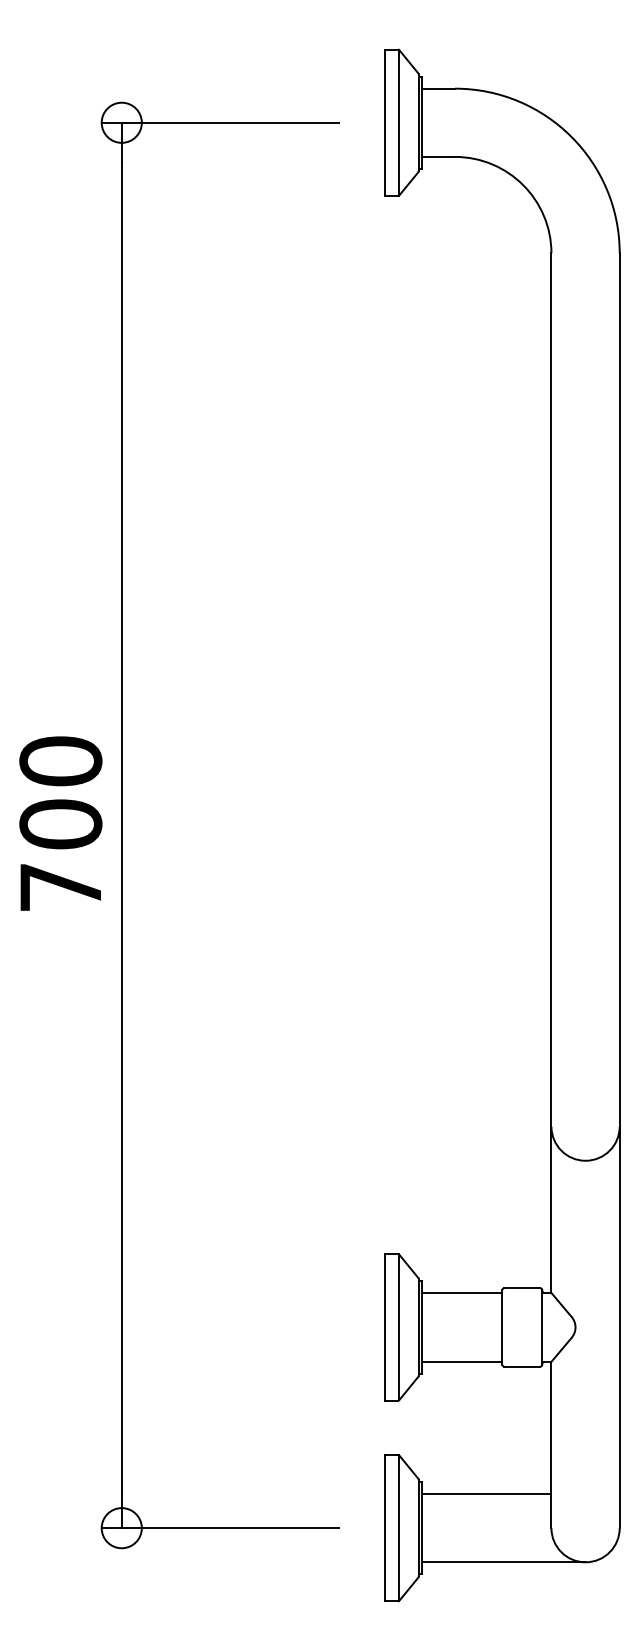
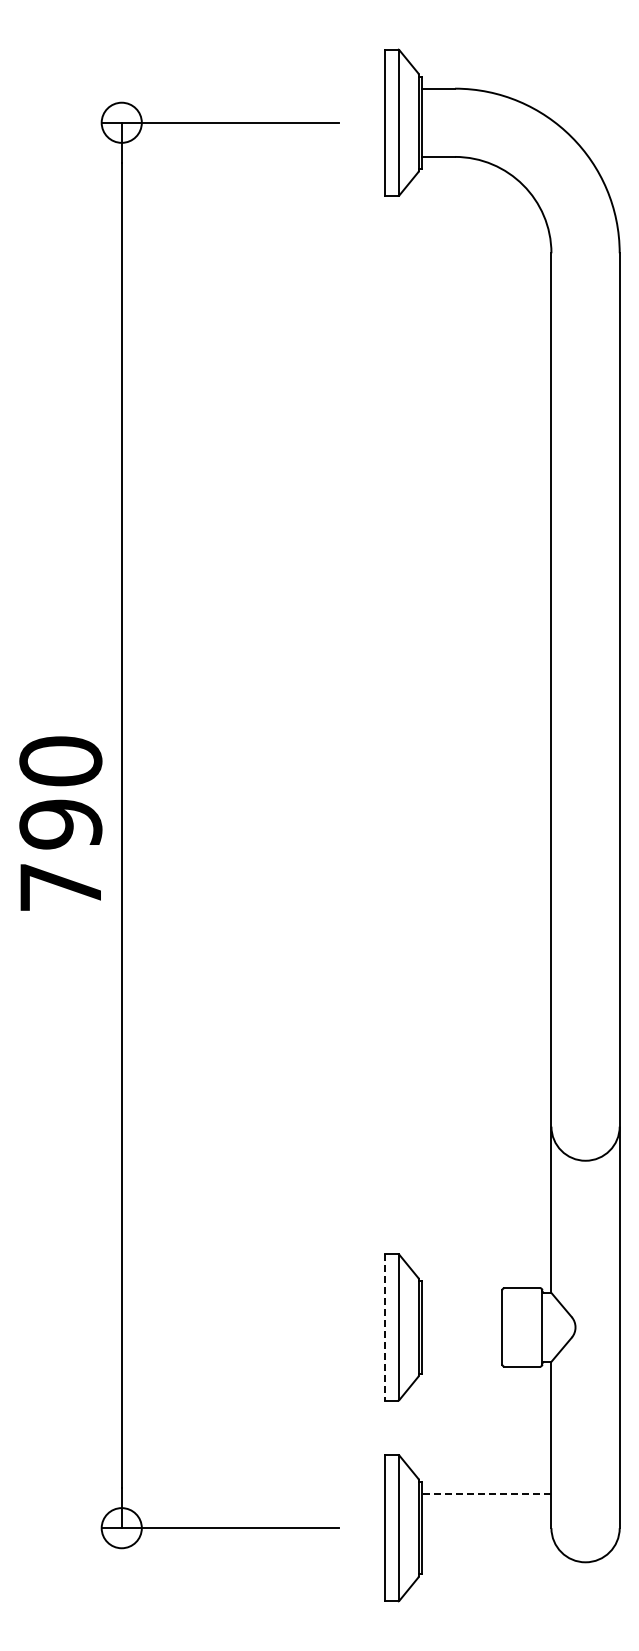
text at (60, 824): 700 -> 790
line at (461, 1293): present -> none
line at (384, 1327): solid -> dashed
line at (461, 1361): present -> none
line at (486, 1494): solid -> dashed
line at (503, 1562): present -> none
